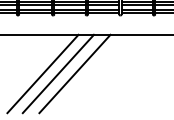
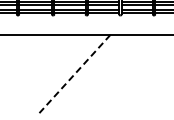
line at (42, 73): present -> none
line at (57, 73): present -> none
line at (74, 73): solid -> dashed
